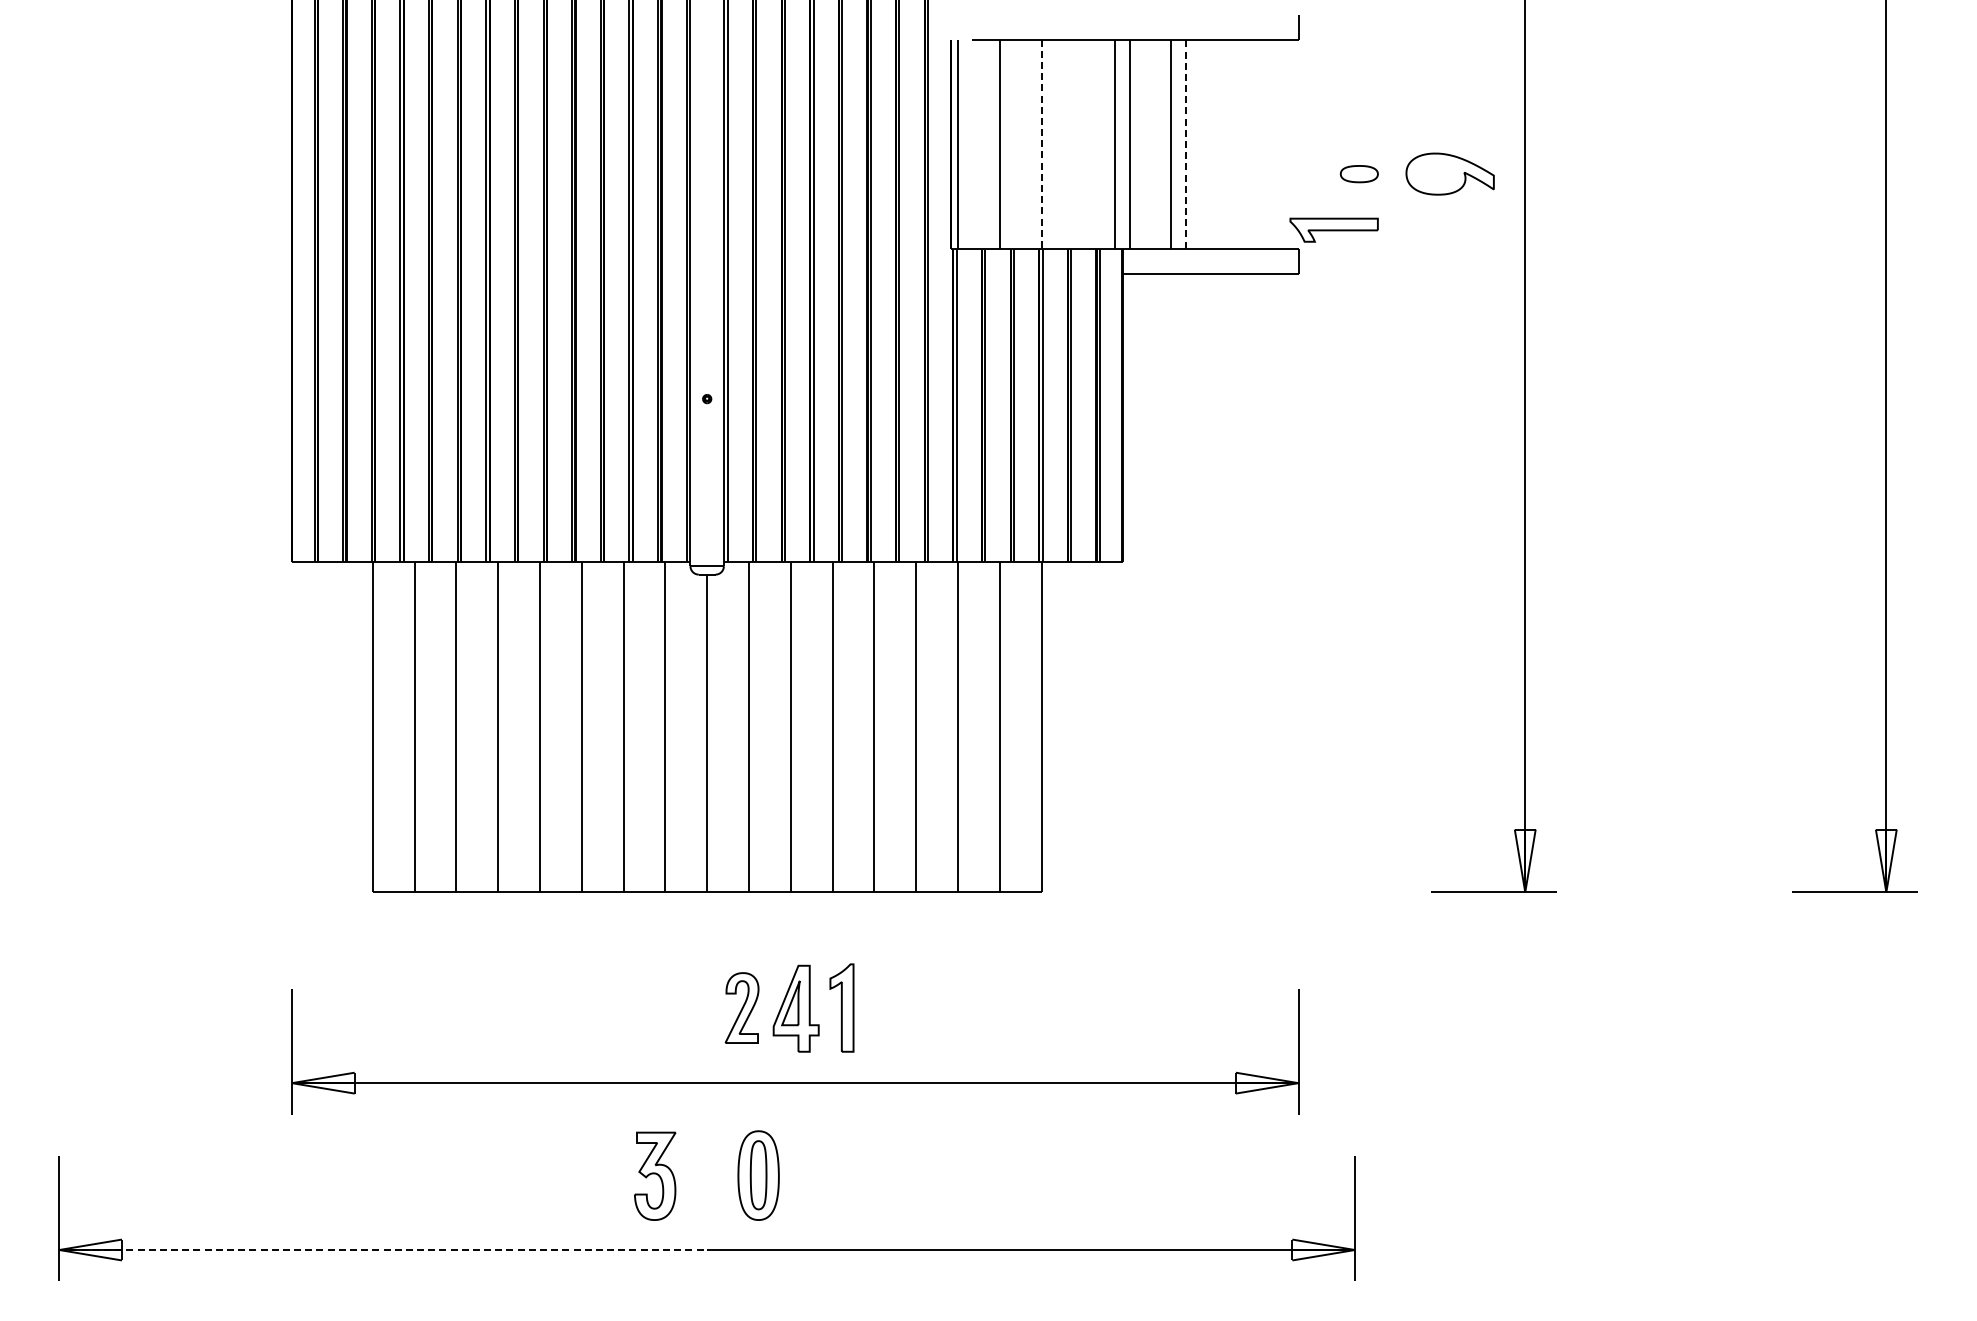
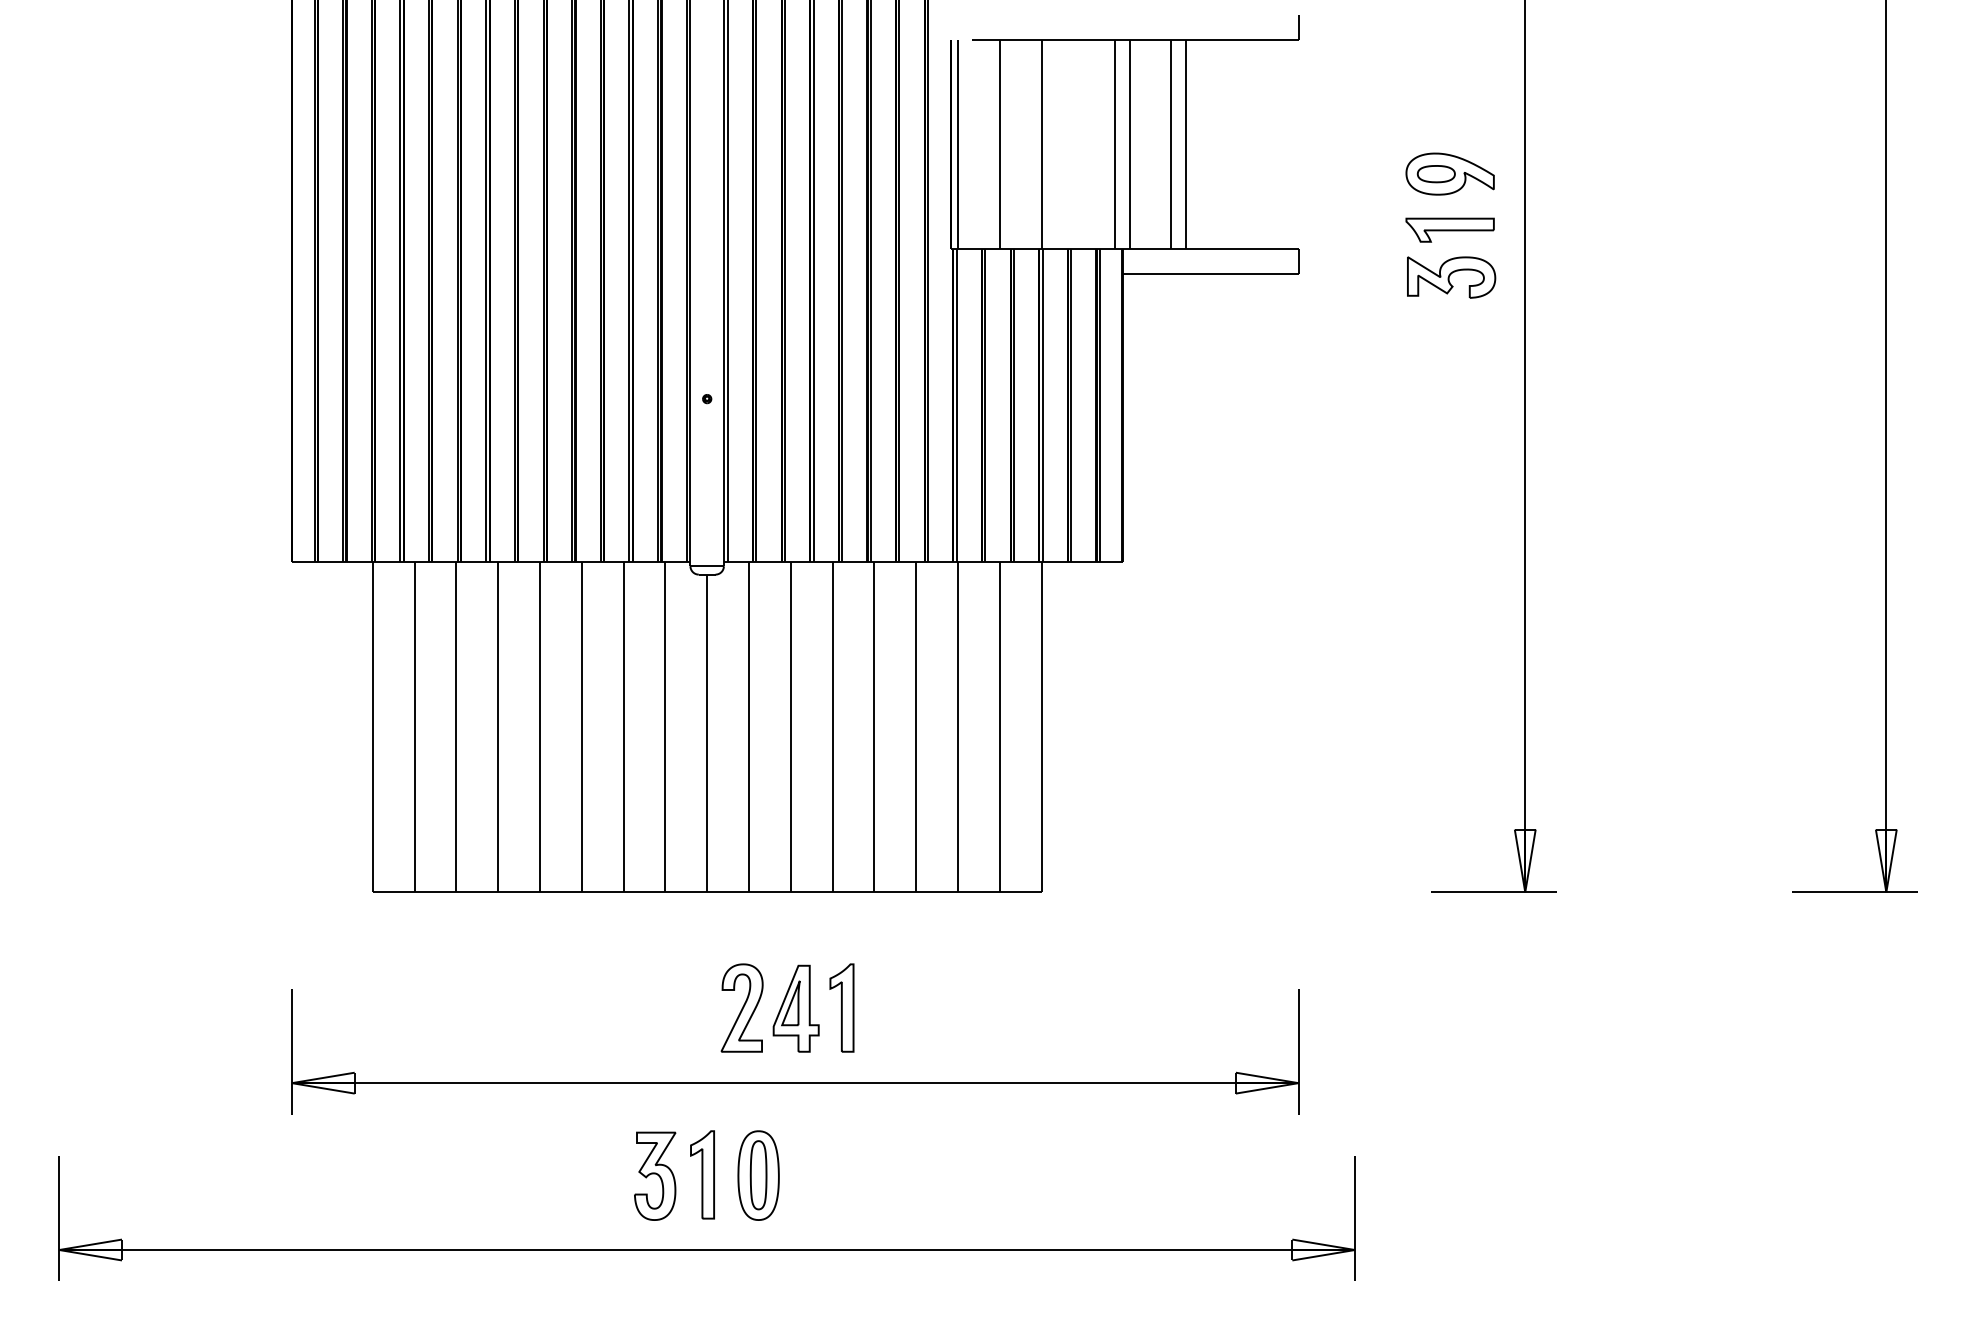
line at (1186, 143): dashed -> solid
line at (1041, 144): dashed -> solid
part at (1358, 174) position: (1358, 174) -> (1435, 174)
part at (1333, 229) position: (1333, 229) -> (1449, 229)
part at (1451, 277): none -> present
part at (741, 1007) size: 36x72 px -> 44x90 px
part at (702, 1174): none -> present
line at (383, 1250): dashed -> solid
